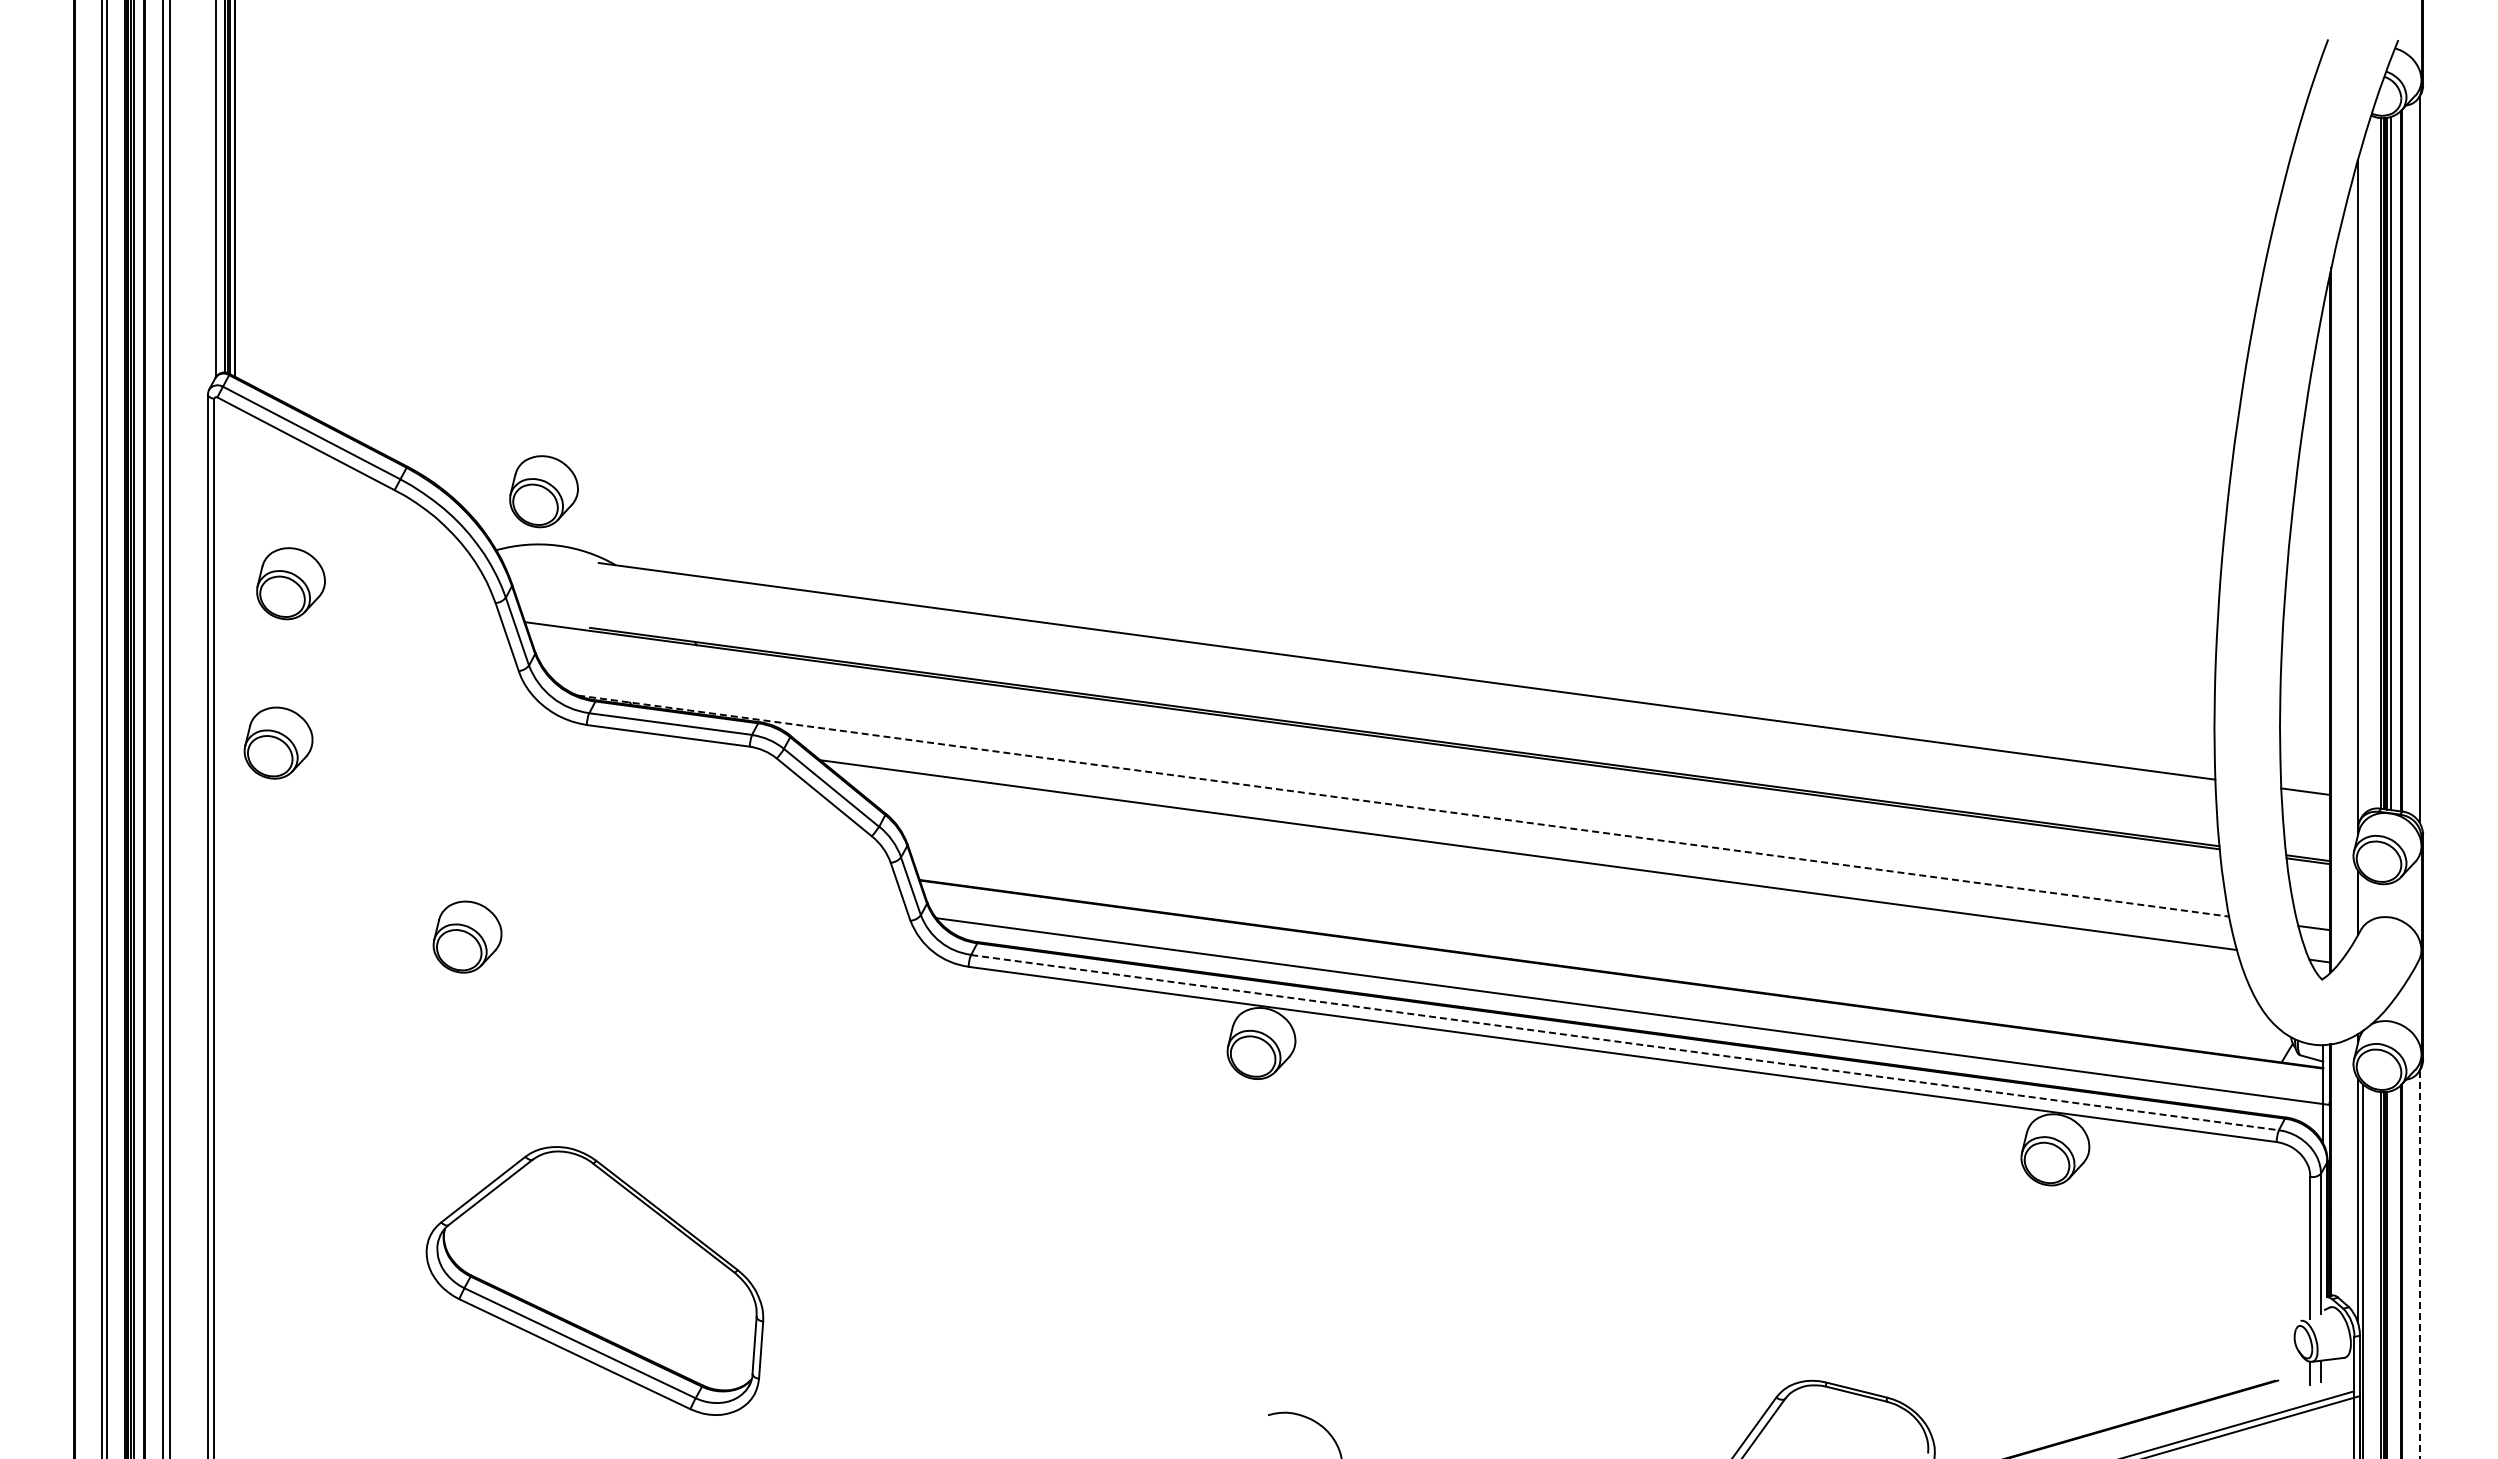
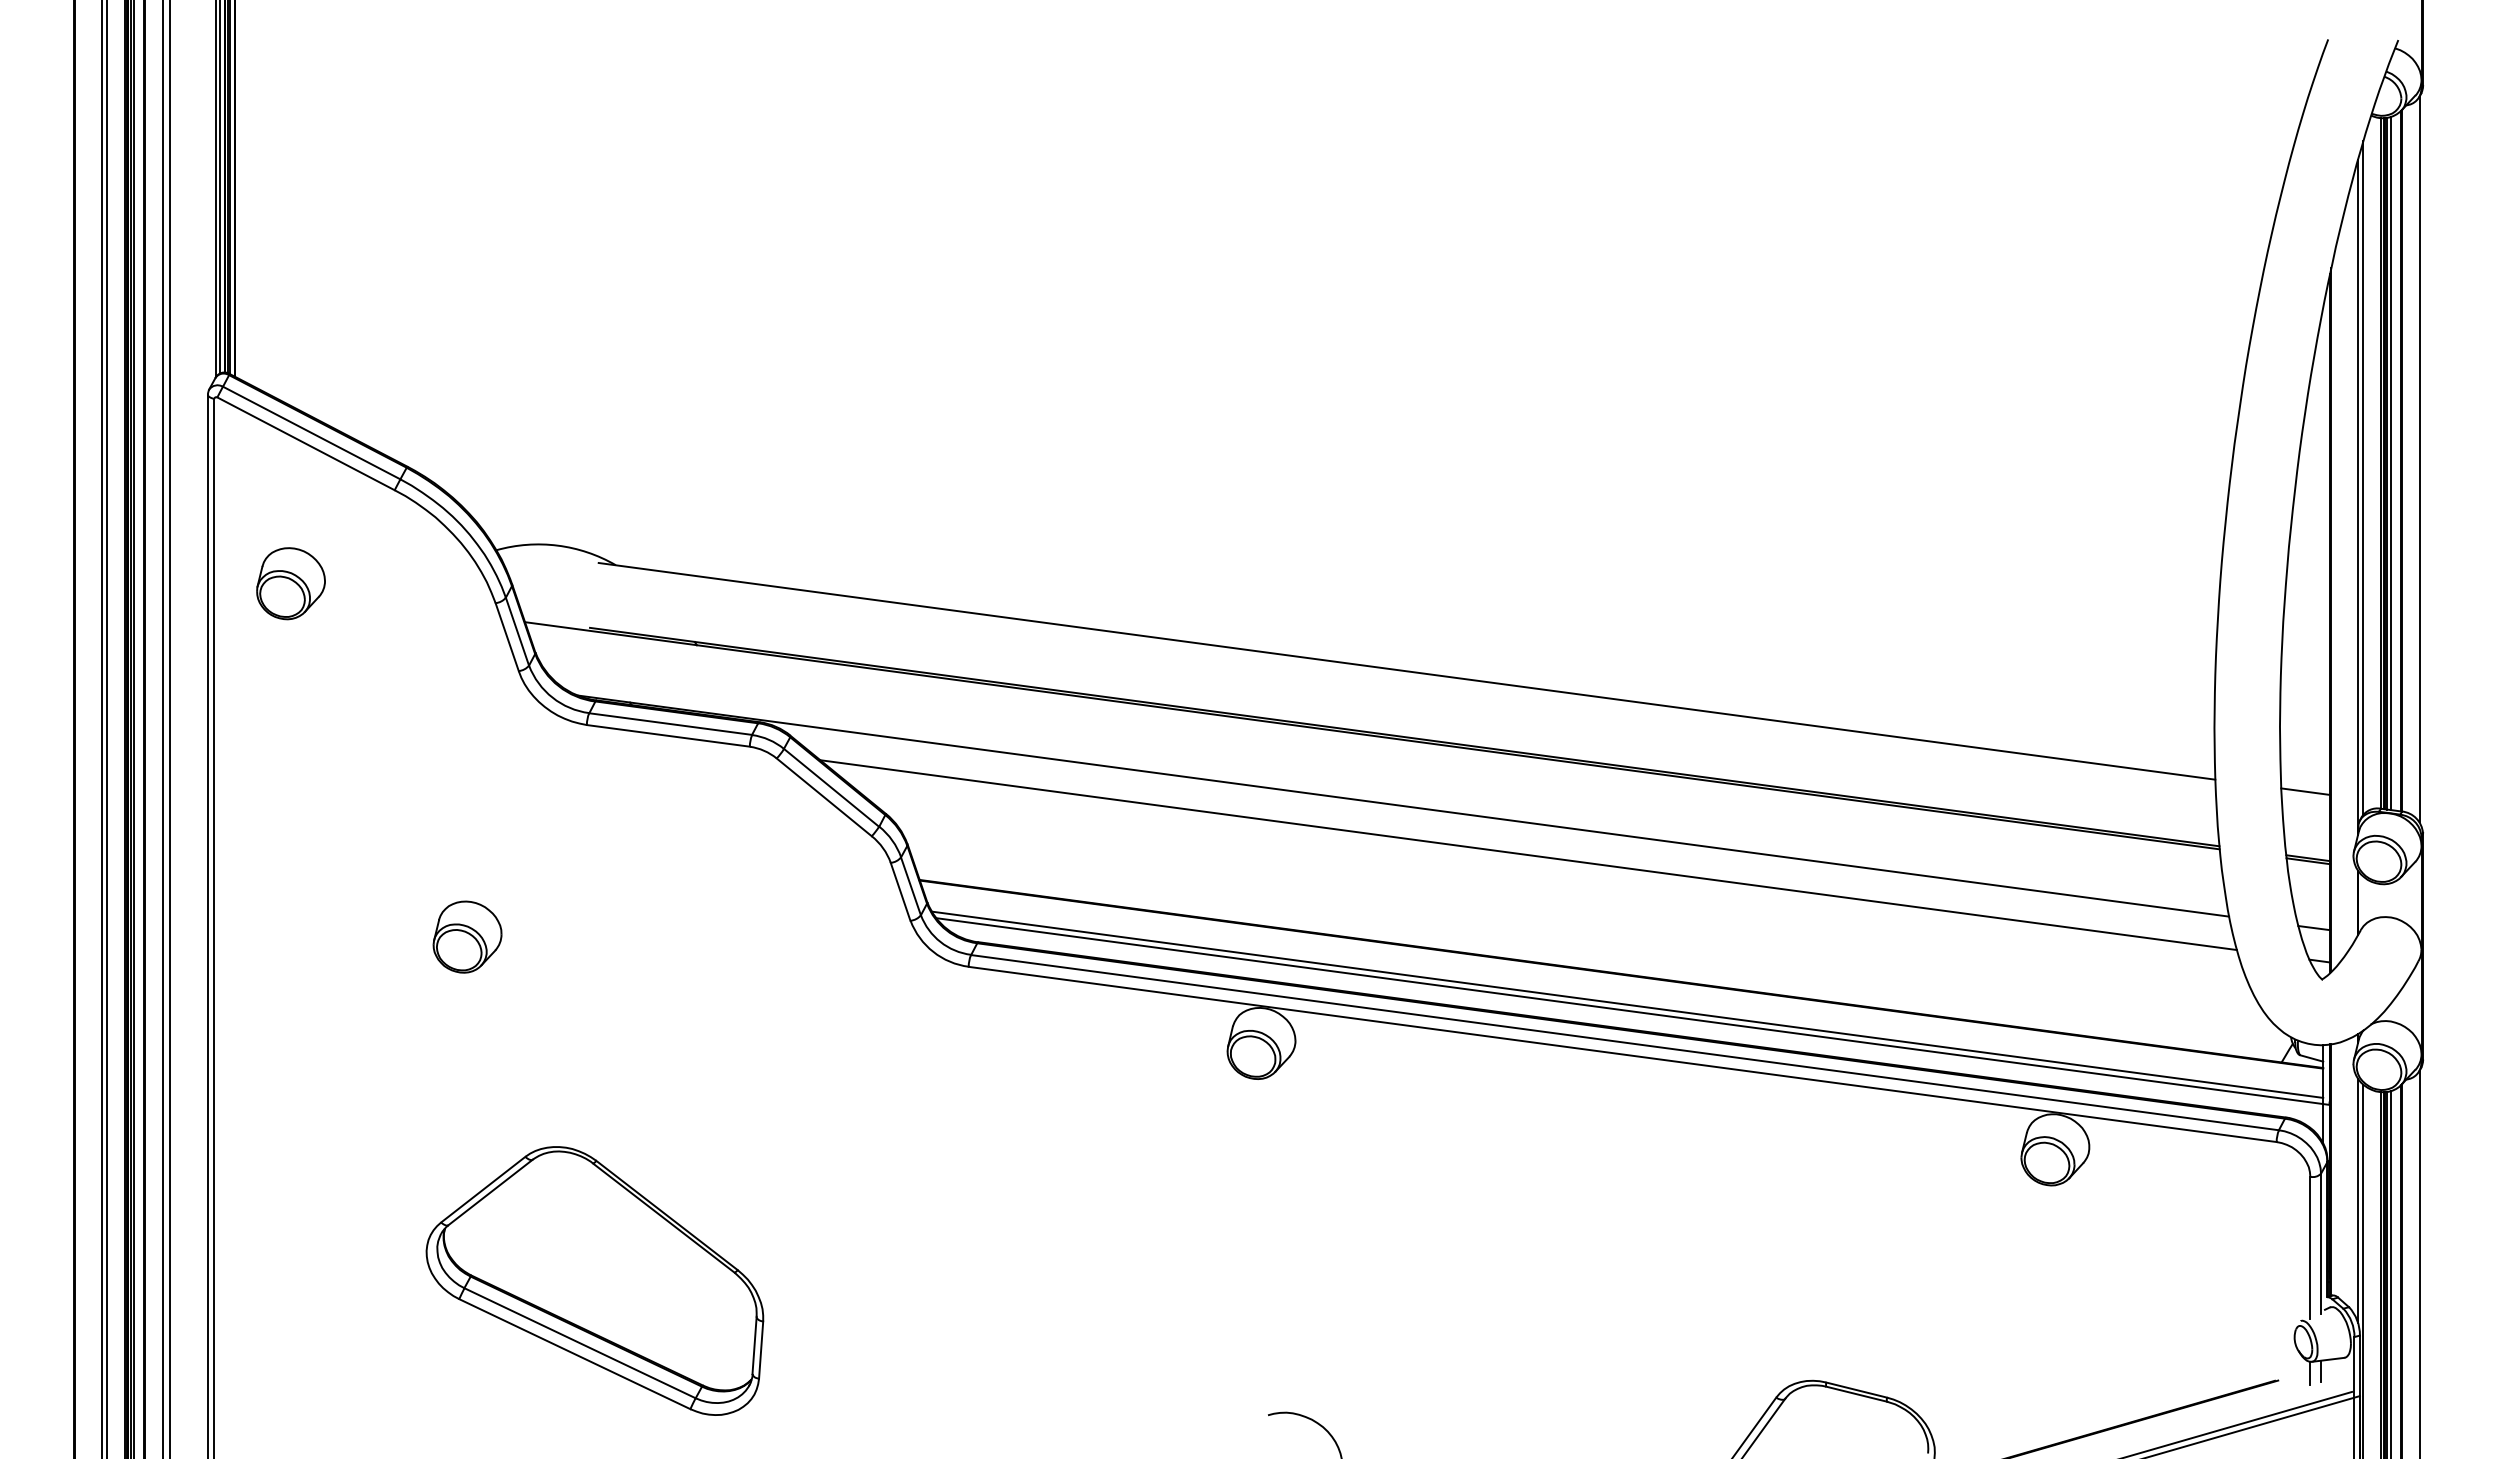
line at (220, 187): none -> present
line at (2363, 477): none -> present
part at (543, 491): present -> none
part at (278, 742): present -> none
line at (1403, 806): dashed -> solid
line at (1627, 1004): none -> present
line at (1625, 1042): dashed -> solid
line at (2419, 1264): dashed -> solid
line at (2390, 1273): none -> present
